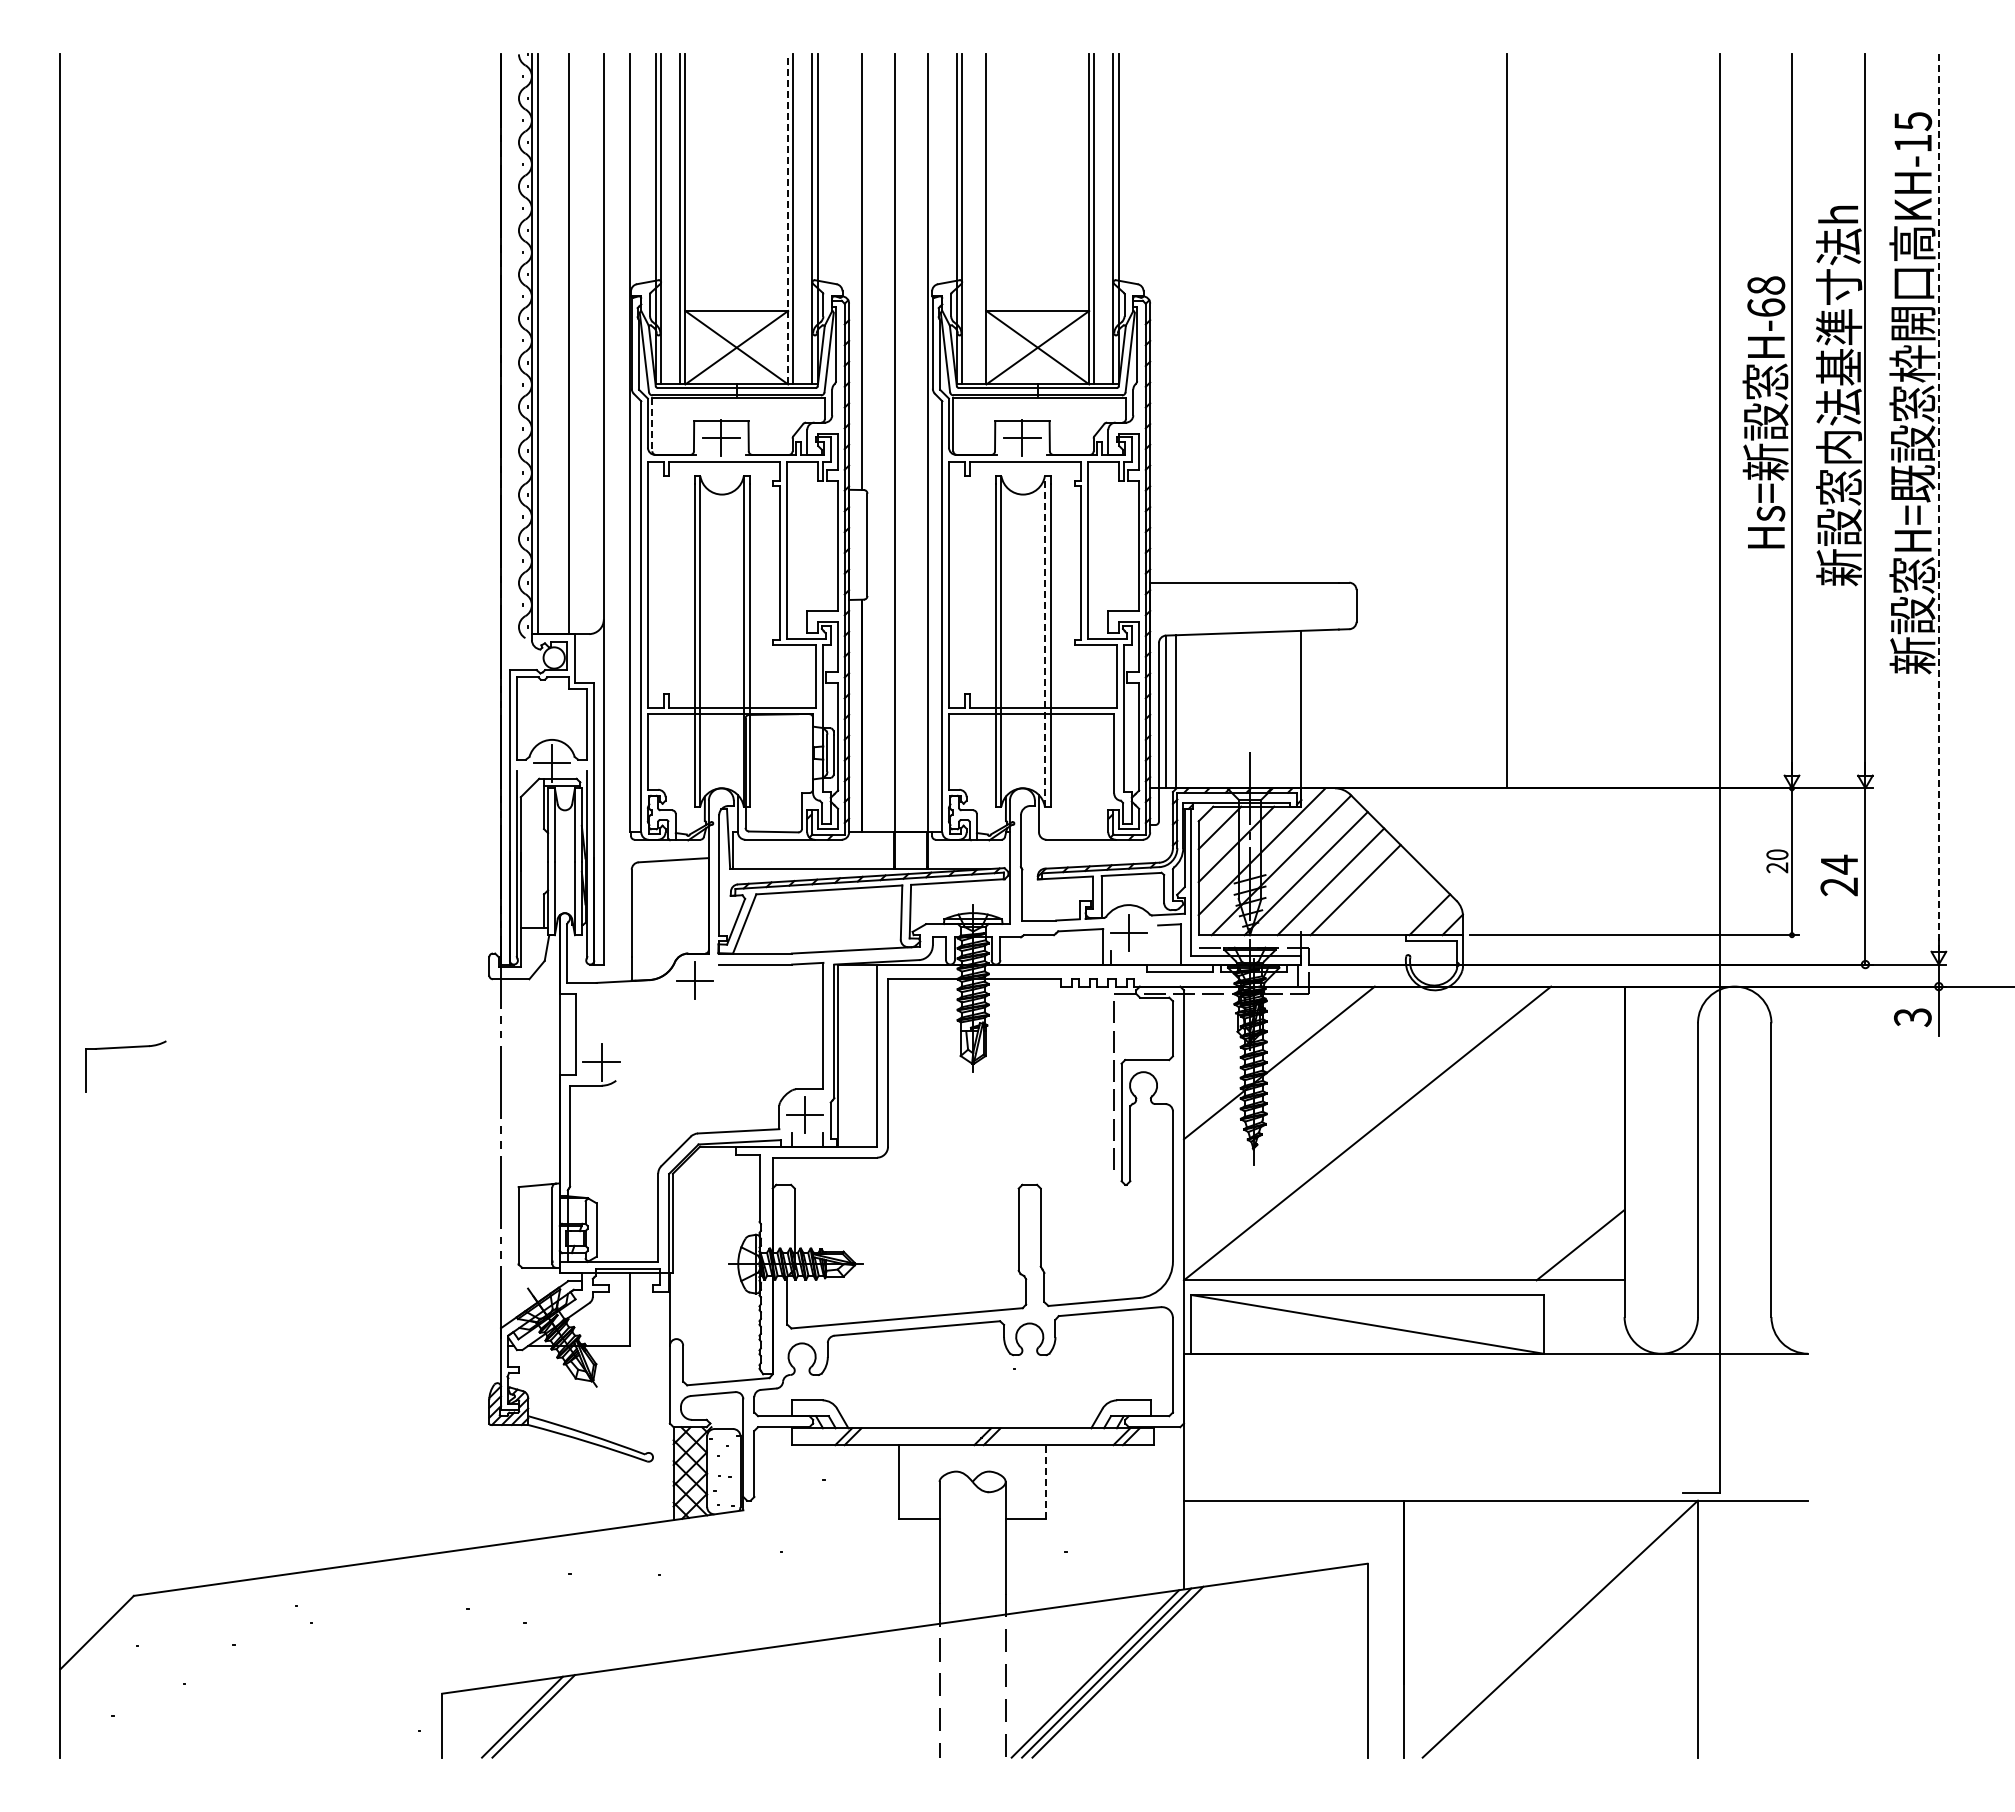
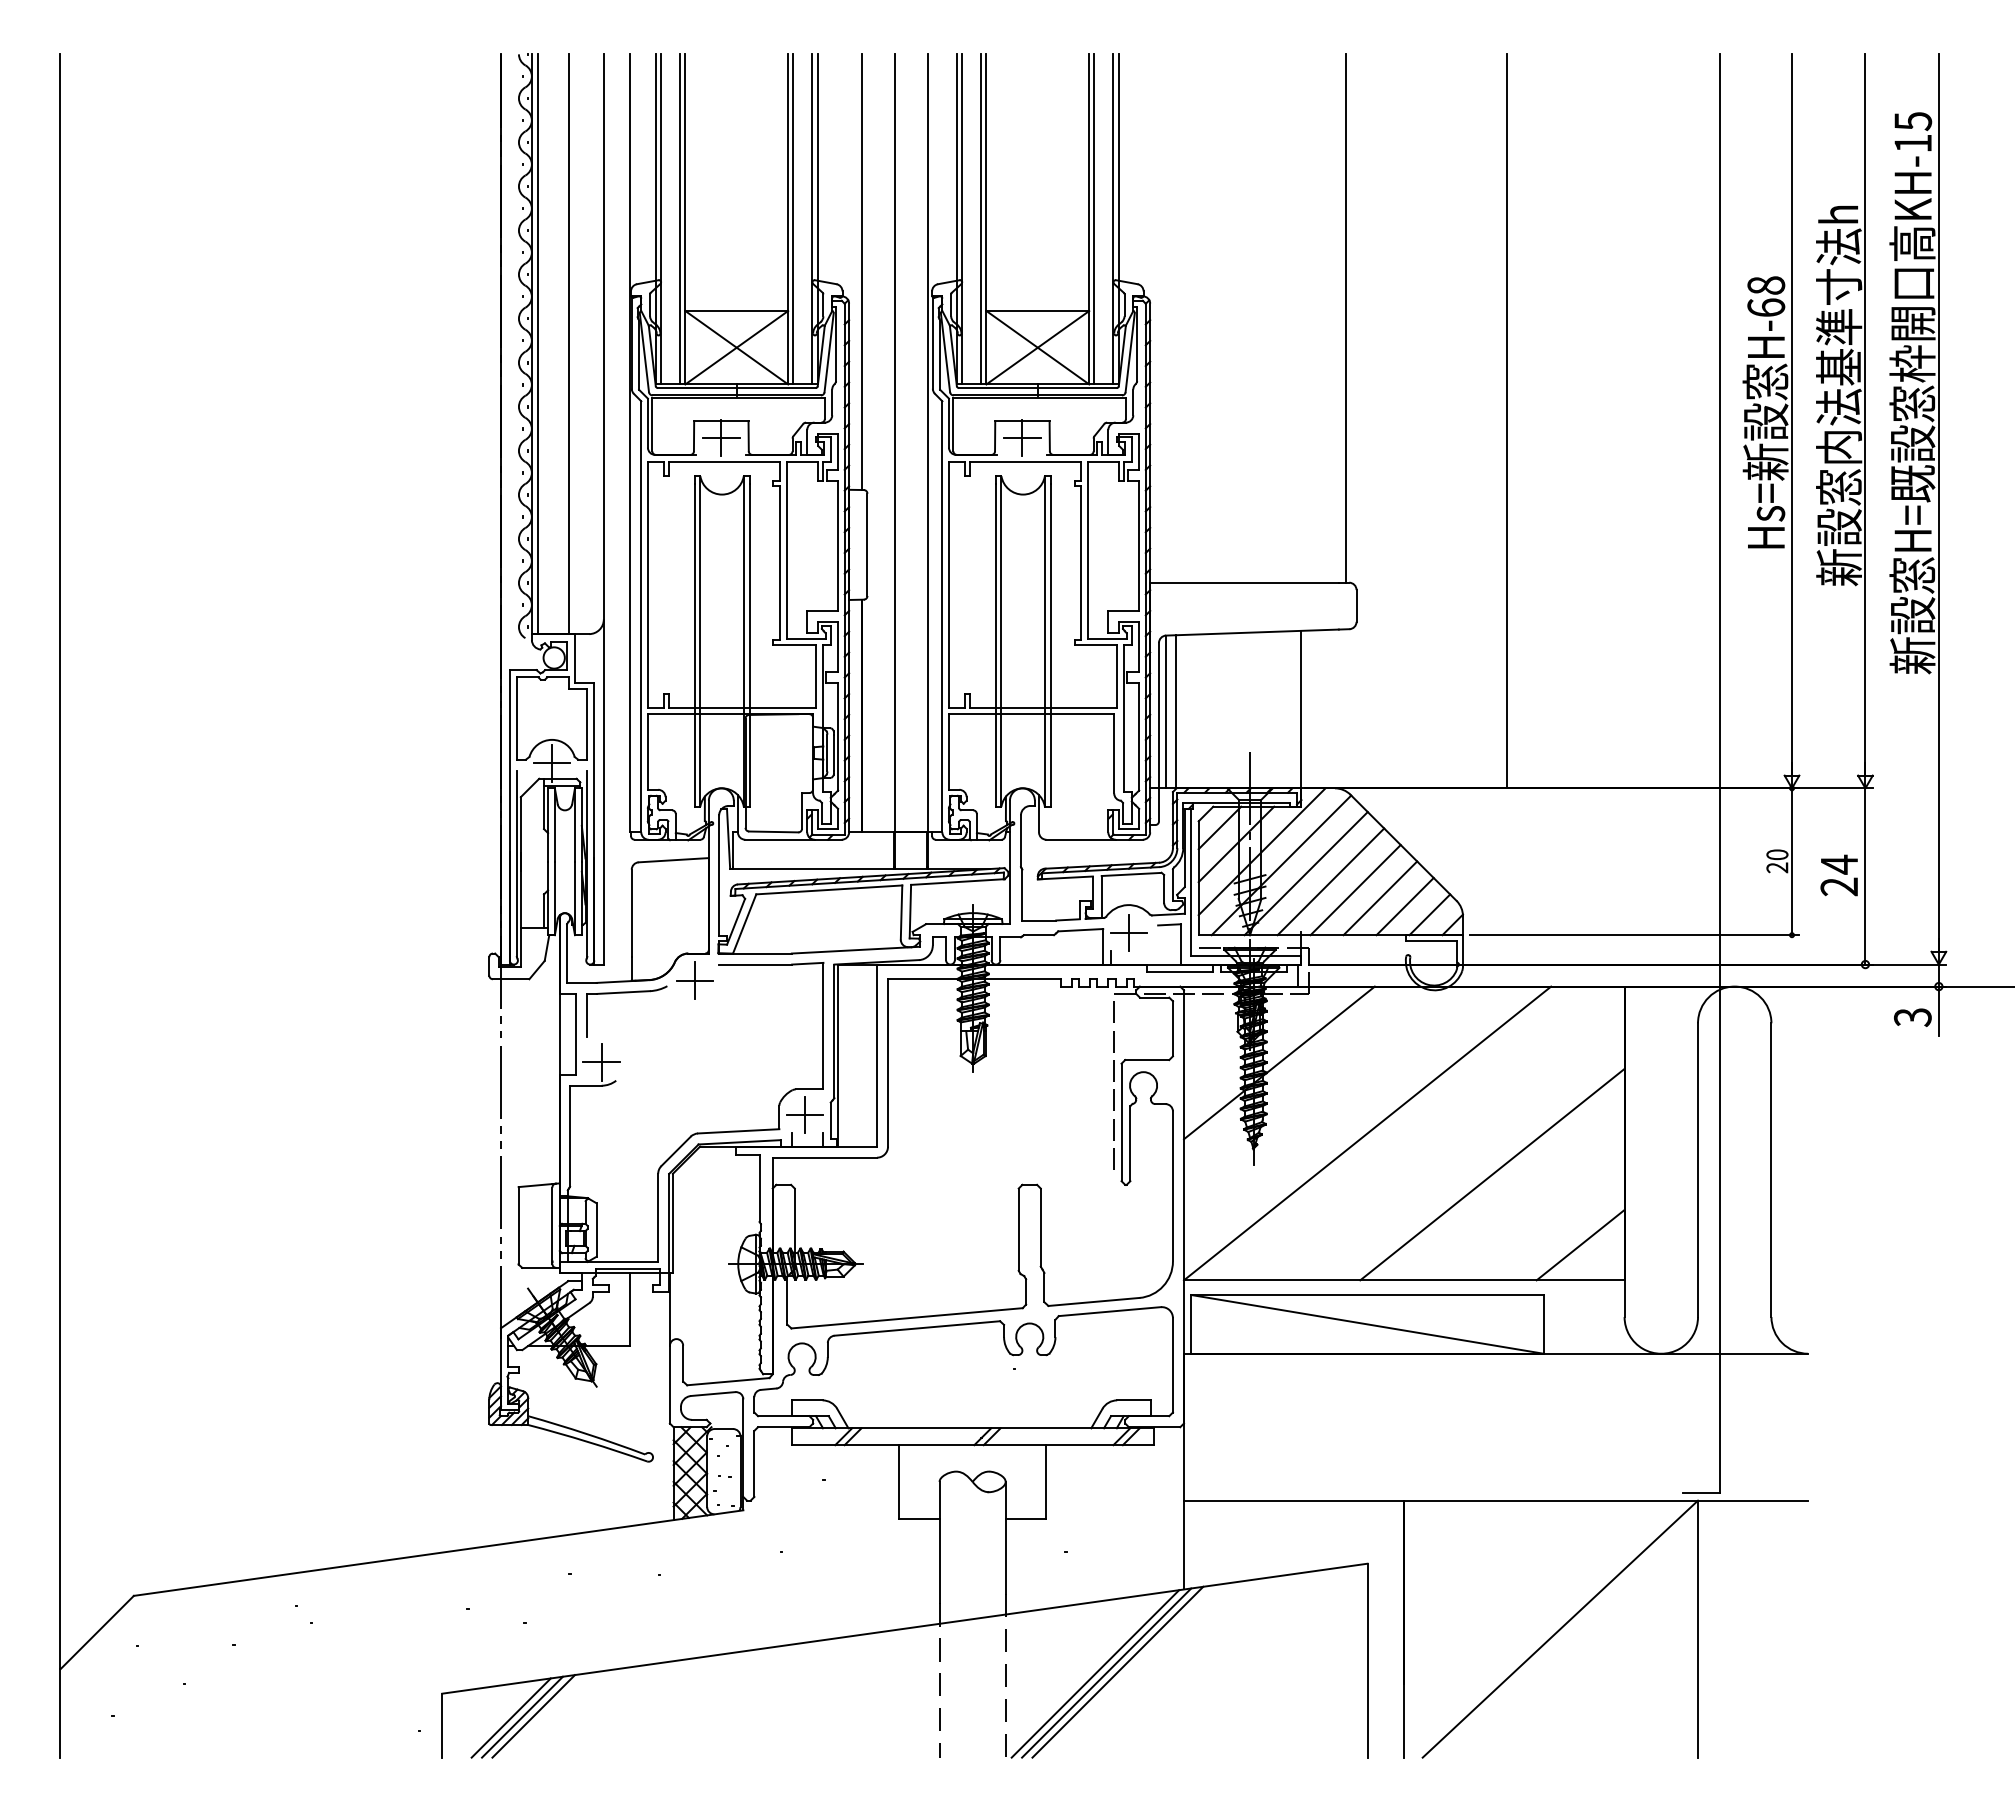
line at (788, 218): dashed -> solid
line at (981, 219): none -> present
line at (1345, 318): none -> present
line at (652, 425): dashed -> solid
line at (1938, 502): dashed -> solid
line at (1044, 640): dashed -> solid
line at (1380, 898): none -> present
line at (1404, 906): none -> present
part at (125, 1048) position: (125, 1048) -> (626, 993)
line at (1492, 1174): none -> present
line at (1046, 1481): dashed -> solid
line at (510, 1717): none -> present
